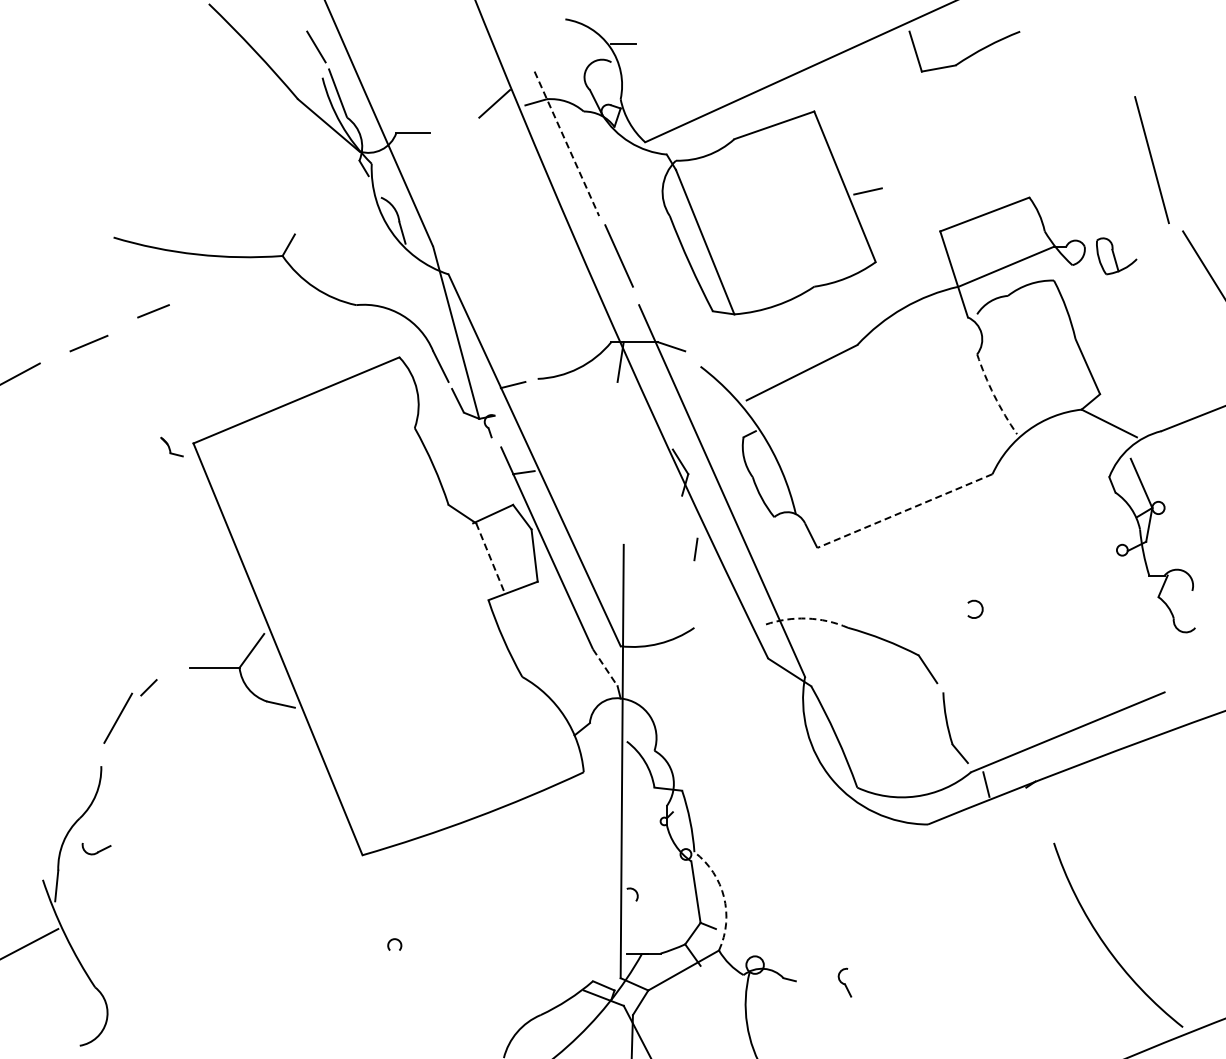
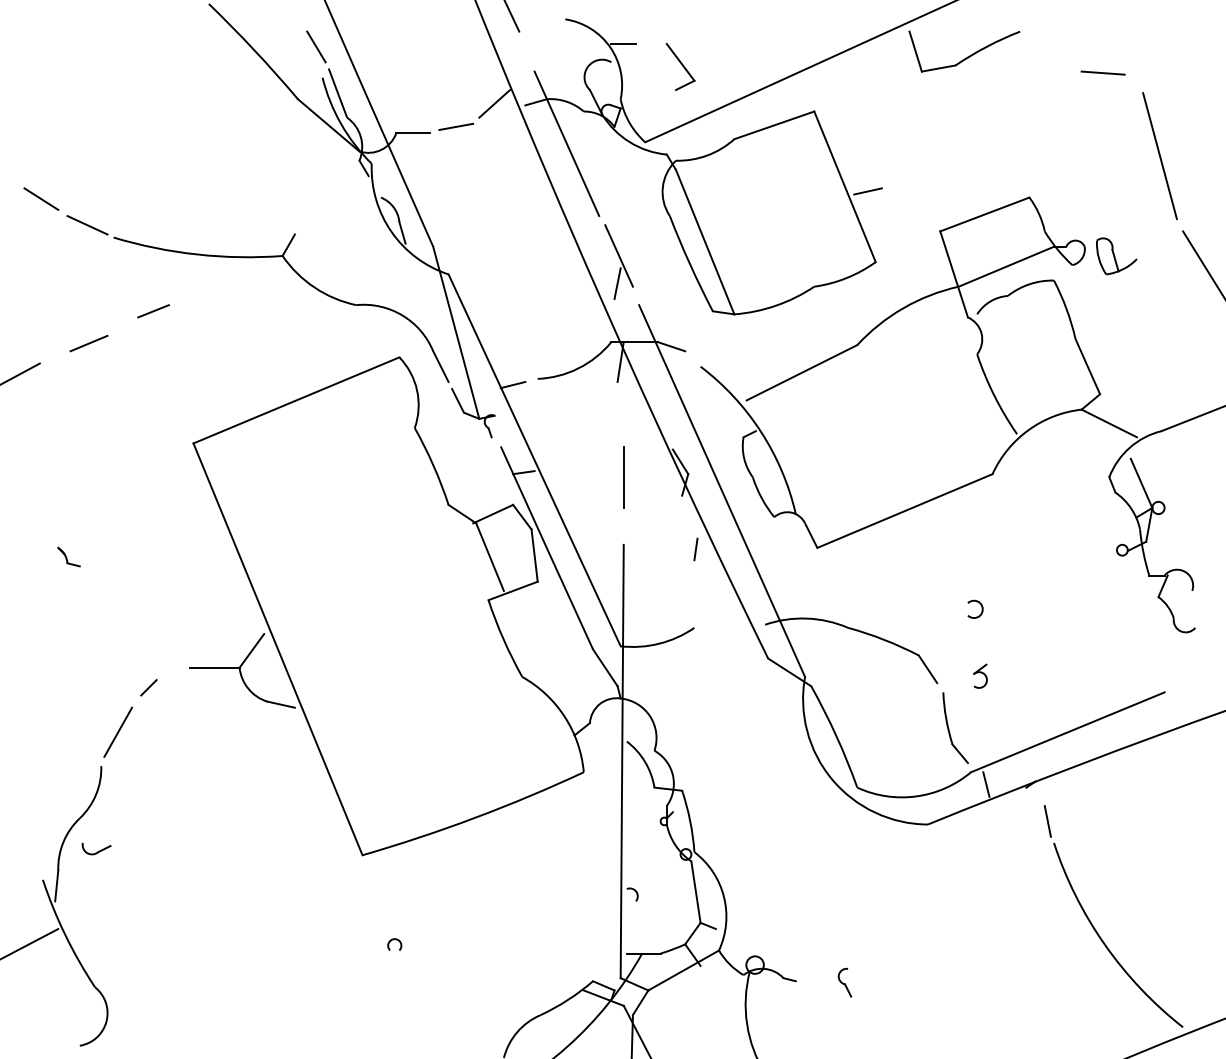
line at (512, 16): none -> present
part at (680, 66): none -> present
line at (1102, 72): none -> present
line at (456, 126): none -> present
line at (567, 144): dashed -> solid
line at (1151, 160) position: (1151, 160) -> (1159, 156)
line at (41, 198): none -> present
line at (87, 225): none -> present
line at (617, 283): none -> present
arc at (994, 395): dashed -> solid
part at (171, 446) position: (171, 446) -> (68, 556)
line at (623, 476): none -> present
line at (904, 511): dashed -> solid
line at (490, 557): dashed -> solid
arc at (806, 618): dashed -> solid
line at (605, 668): dashed -> solid
part at (980, 675): none -> present
line at (118, 717) position: (118, 717) -> (118, 731)
line at (1047, 821): none -> present
arc at (724, 897): dashed -> solid
